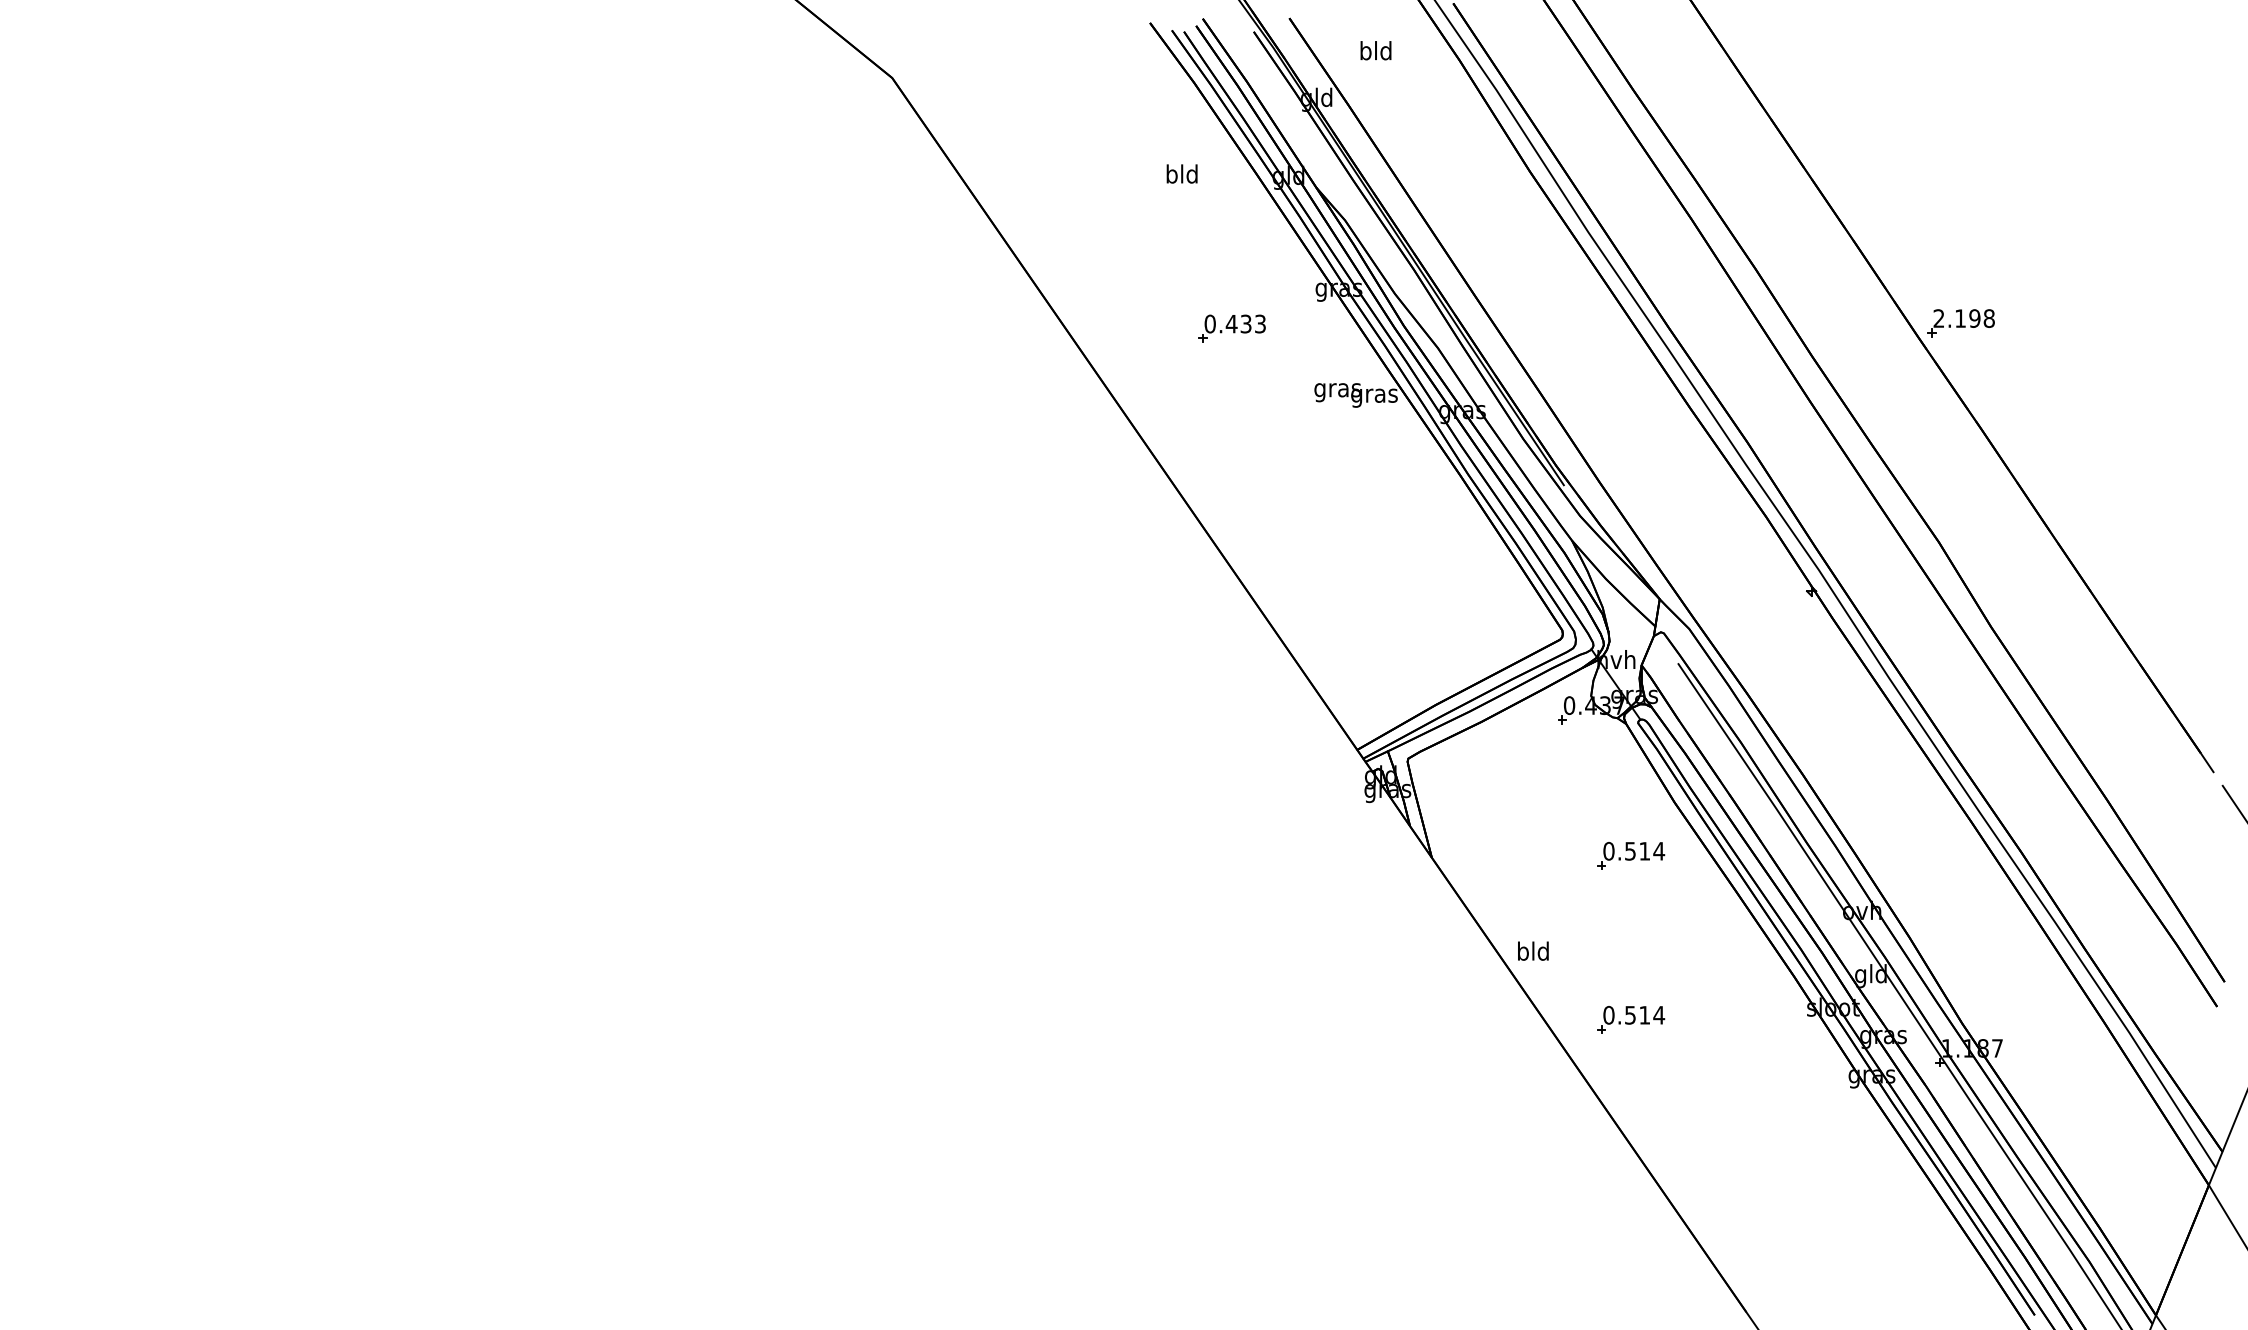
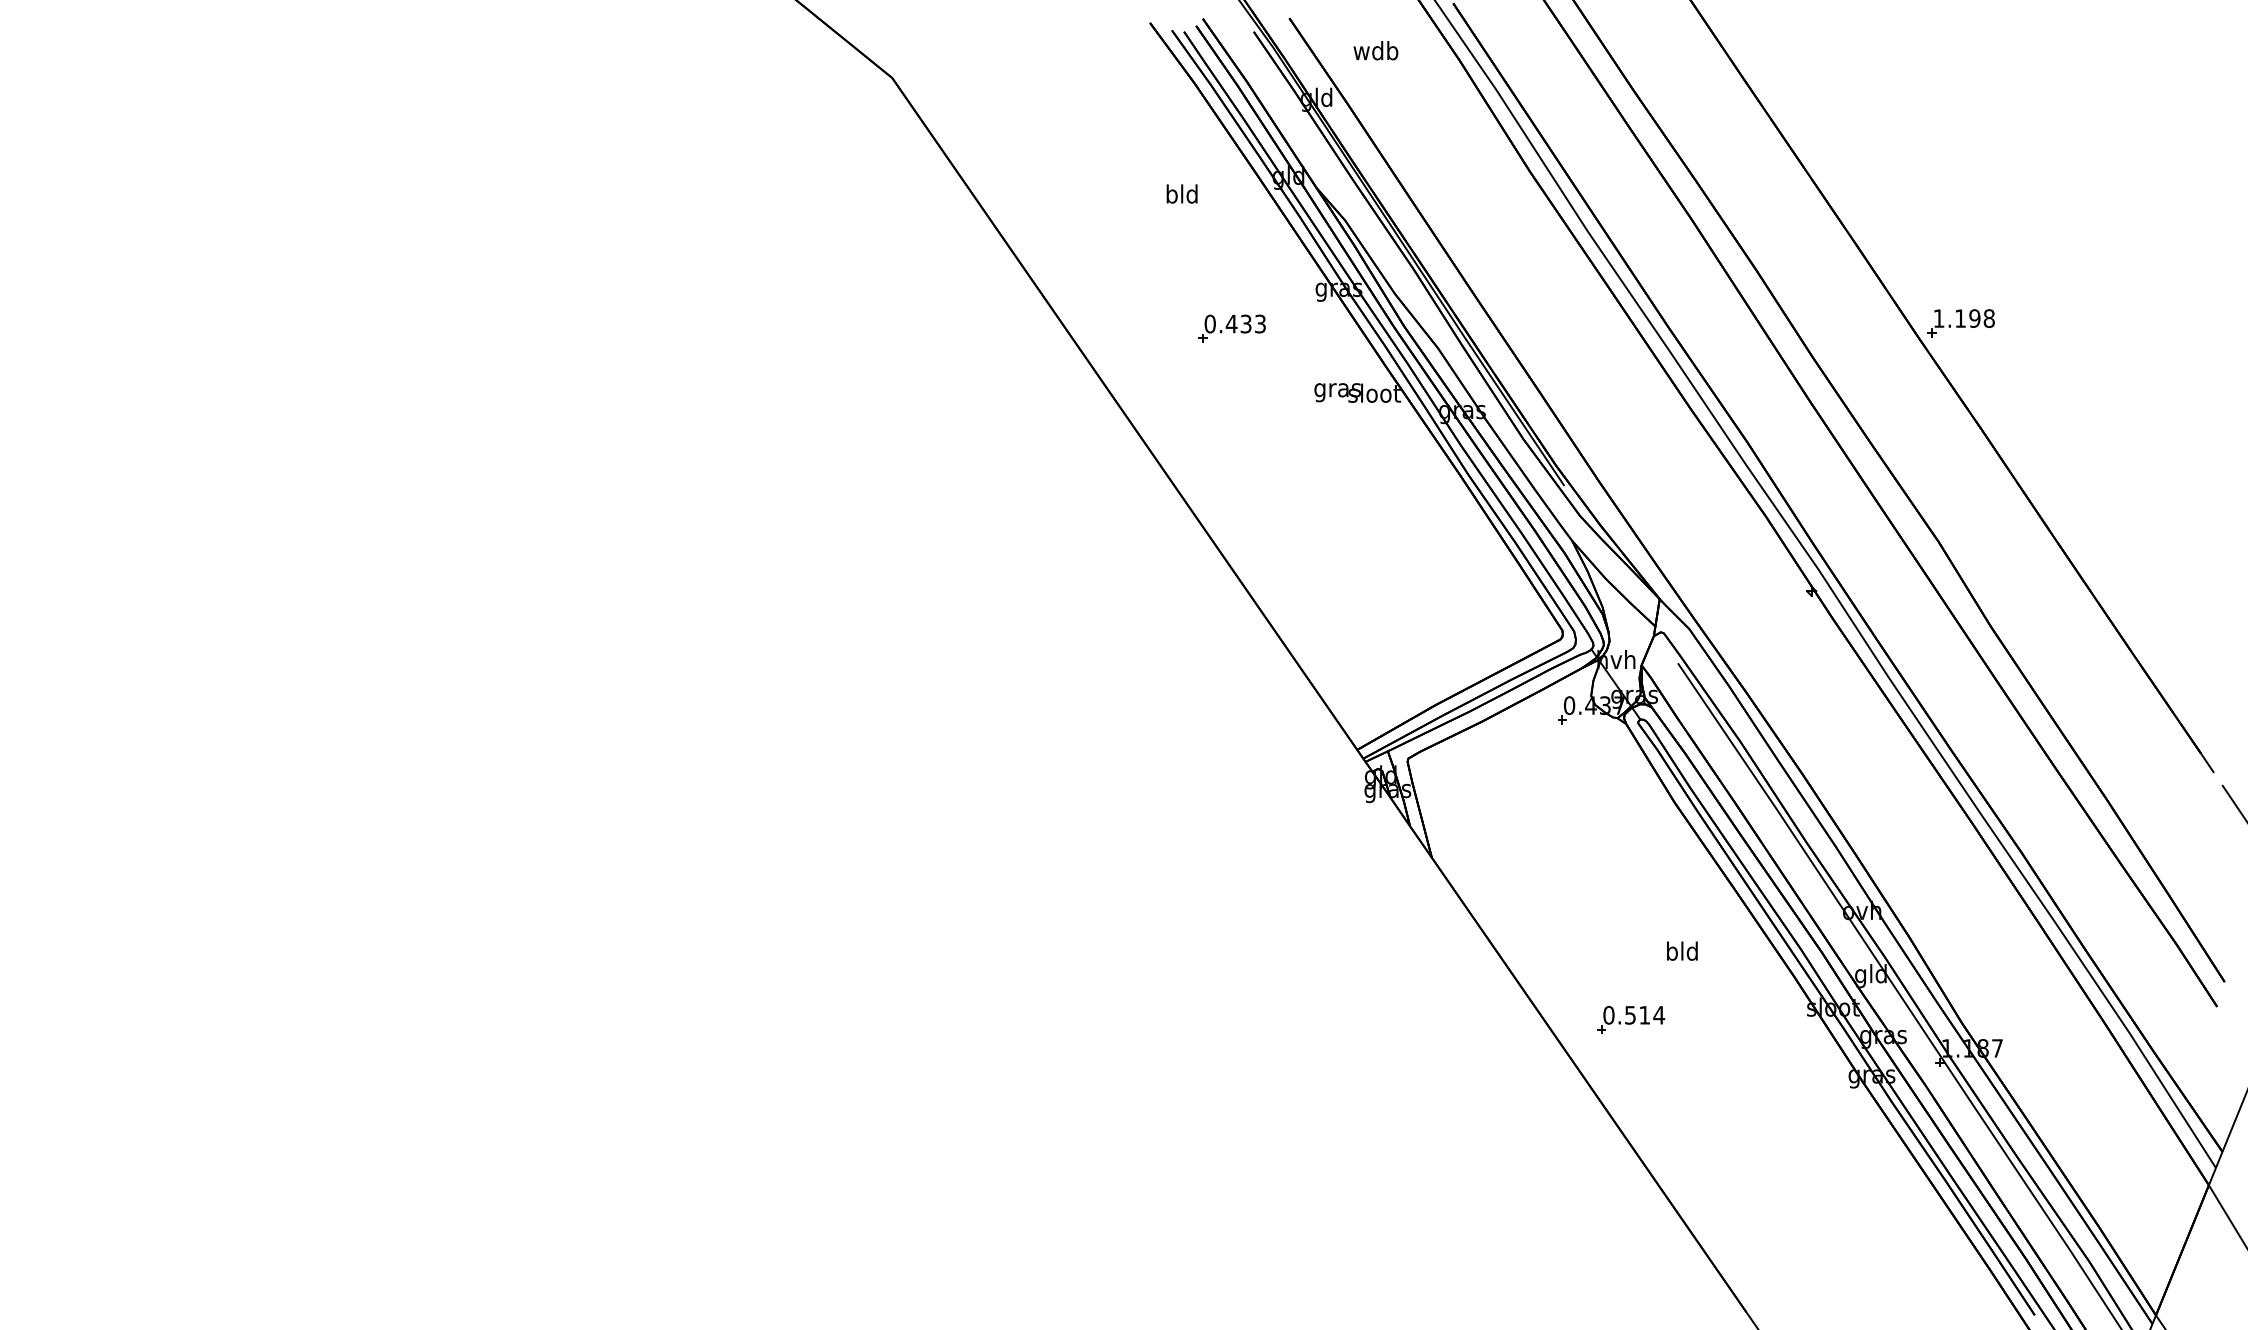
text at (1375, 50): bld -> wdb
text at (1181, 173) position: (1181, 173) -> (1181, 193)
text at (1938, 318): 2.198 -> 1.198
text at (1374, 395): gras -> sloot
part at (1631, 855): present -> none
text at (1533, 950) position: (1533, 950) -> (1682, 950)
